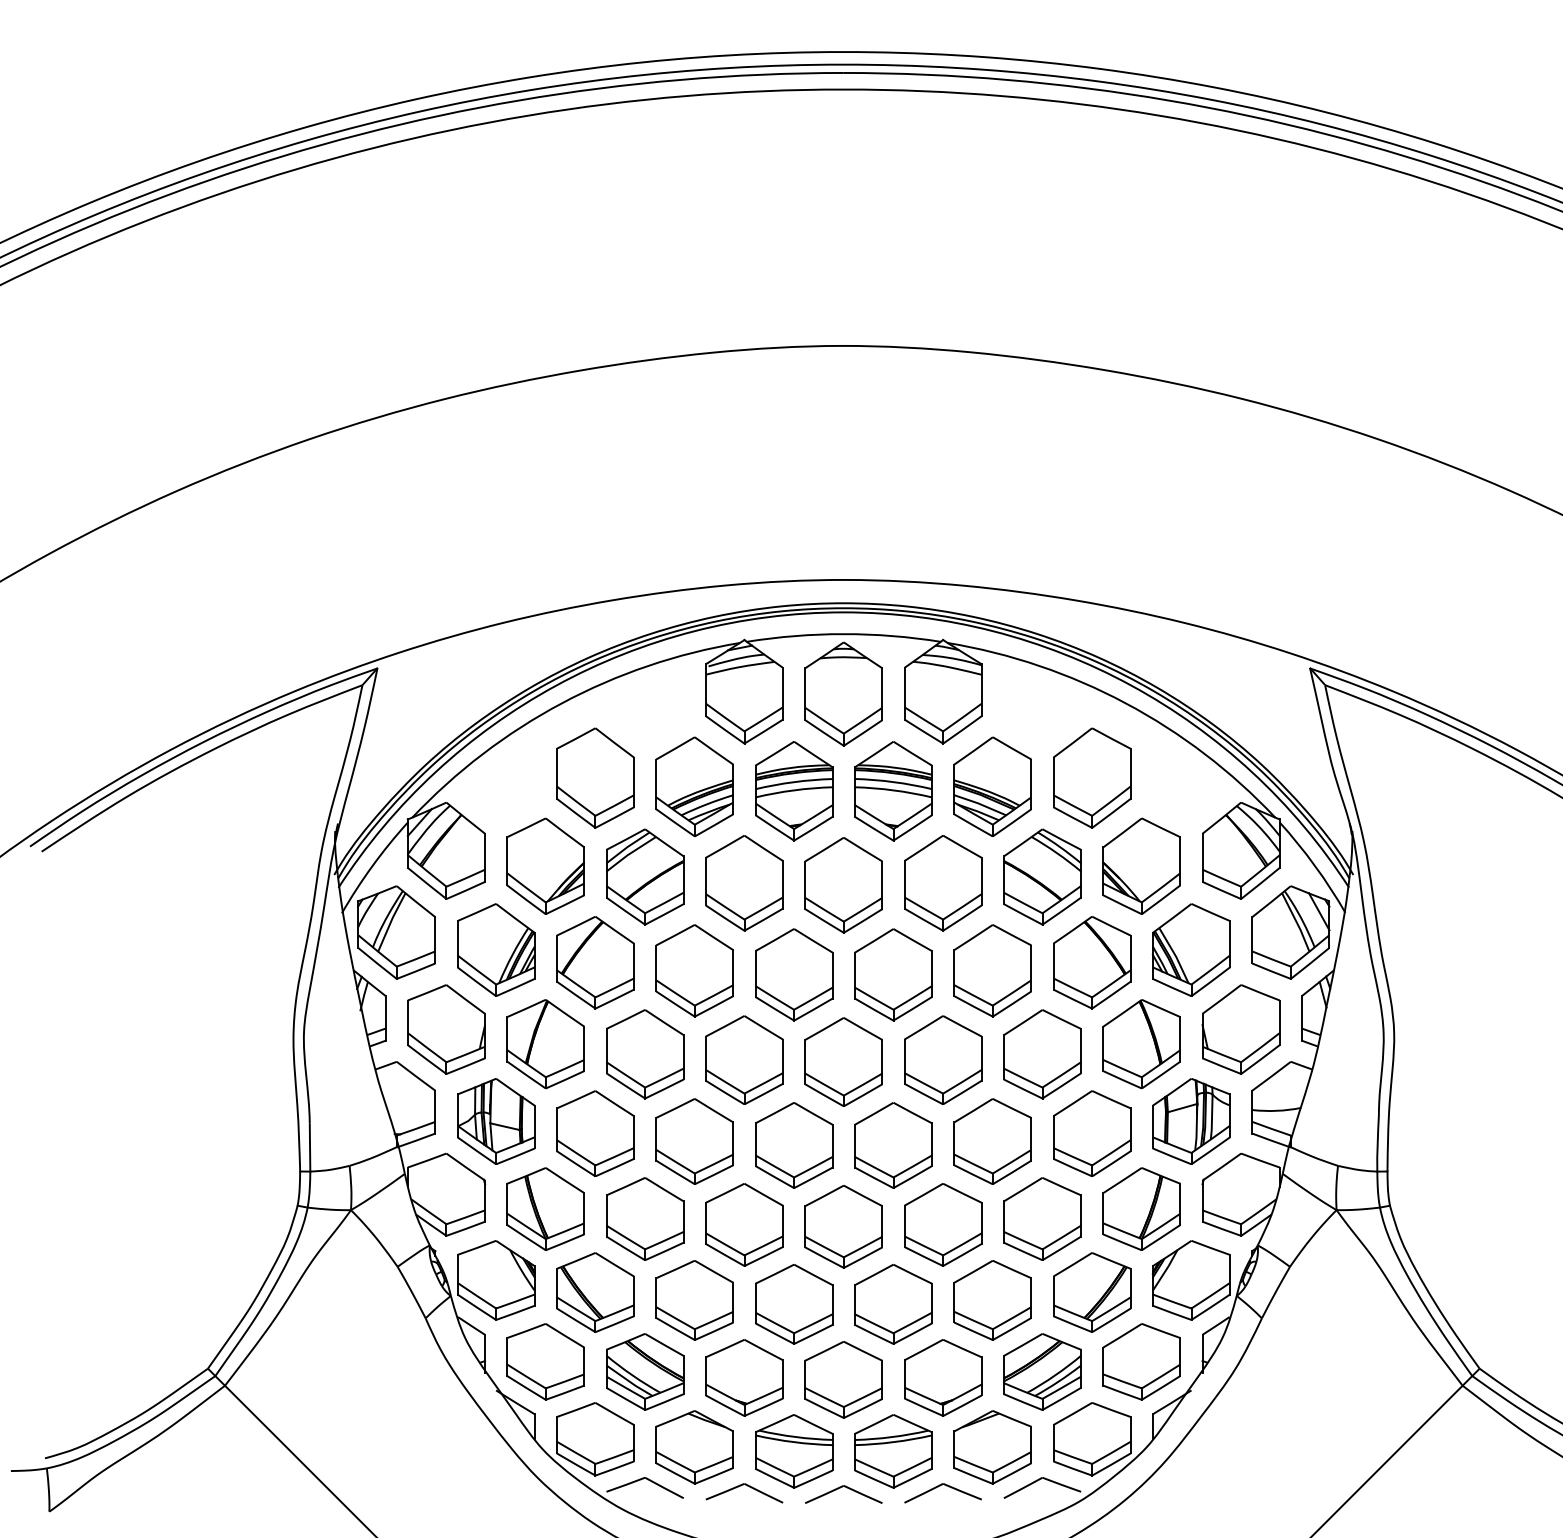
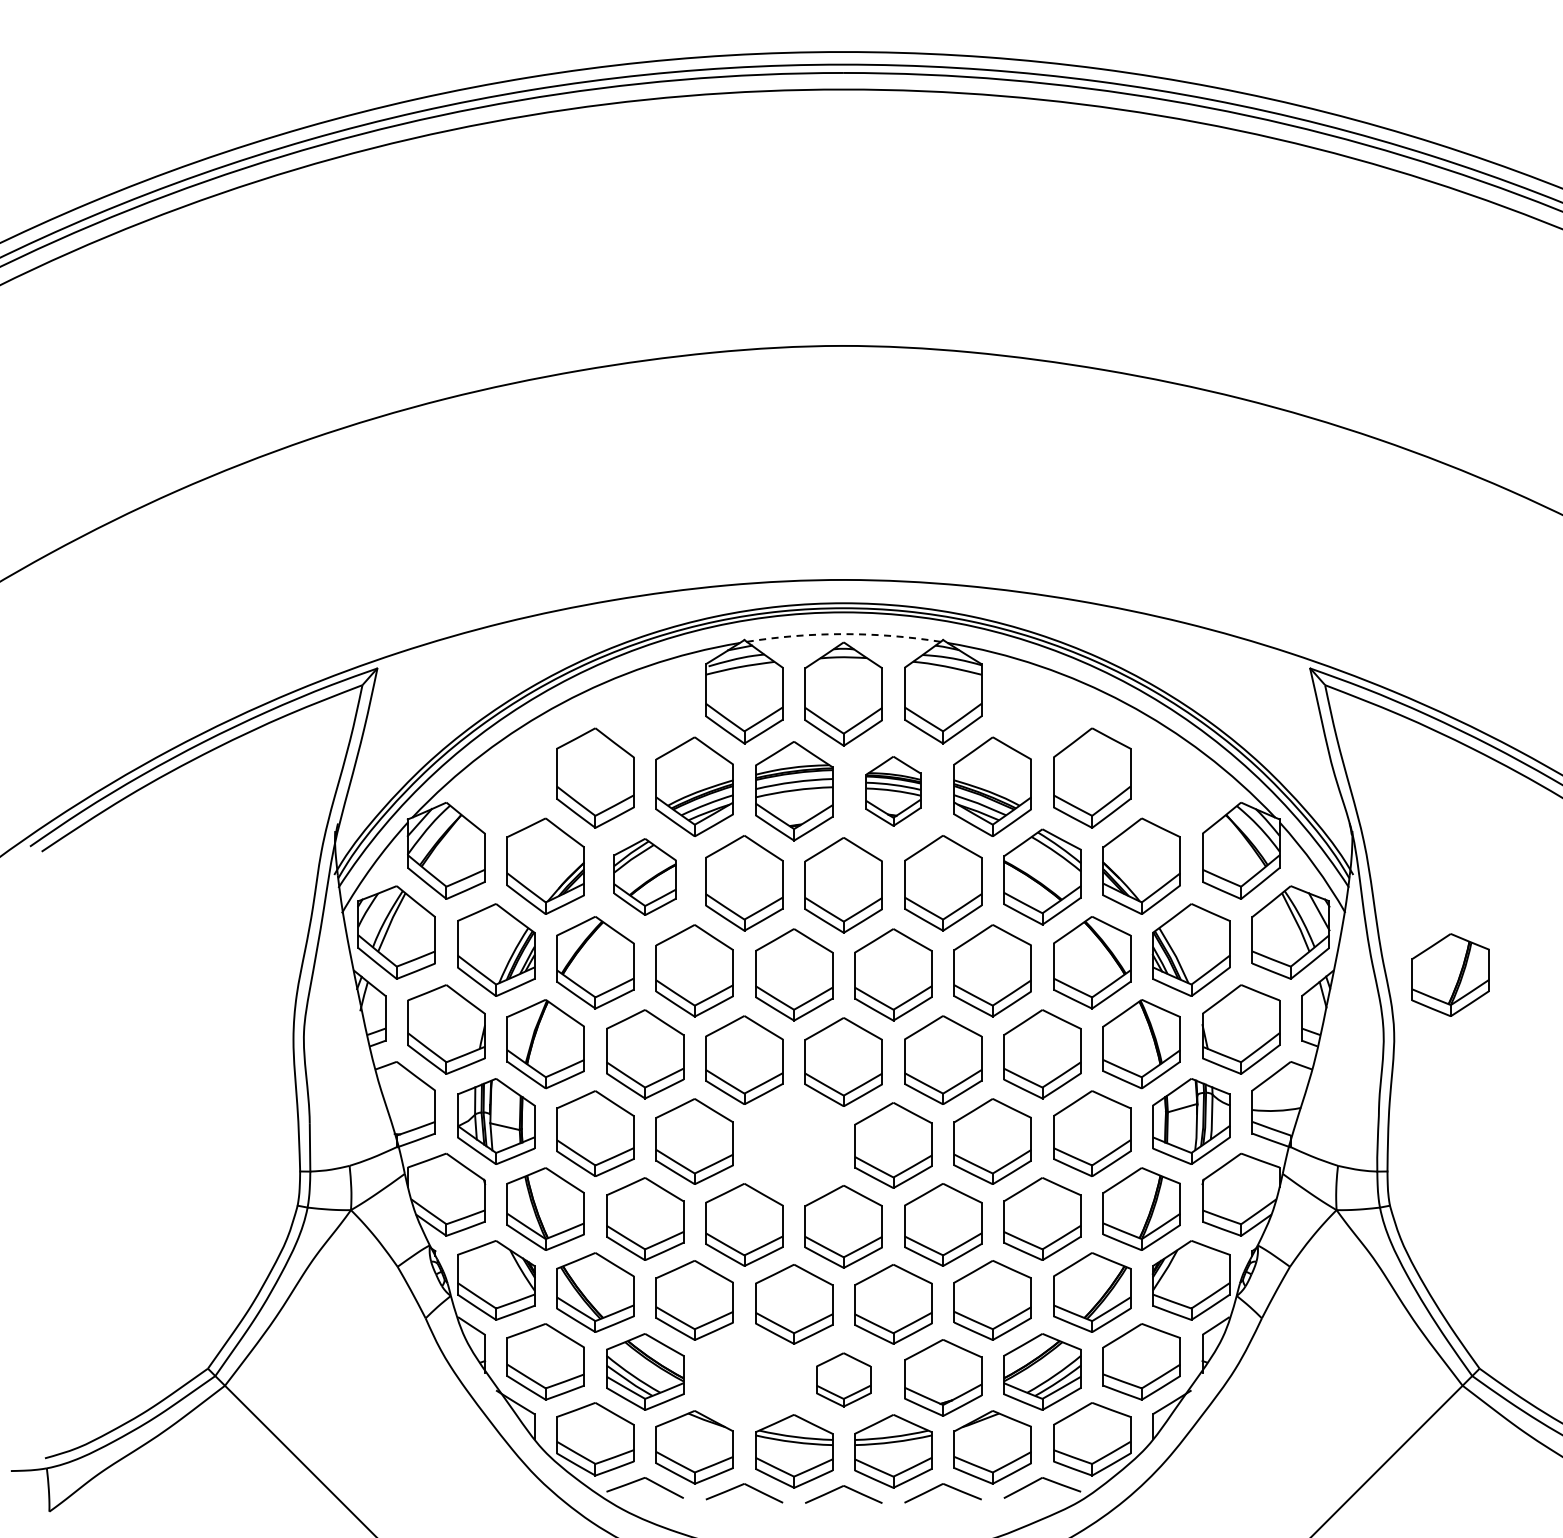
arc at (843, 634): solid -> dashed
part at (893, 791) size: 79x101 px -> 57x71 px
part at (645, 876) size: 79x98 px -> 64x78 px
part at (1450, 974): none -> present
part at (794, 1145): present -> none
part at (744, 1377): present -> none
part at (843, 1379) size: 79x78 px -> 56x56 px
